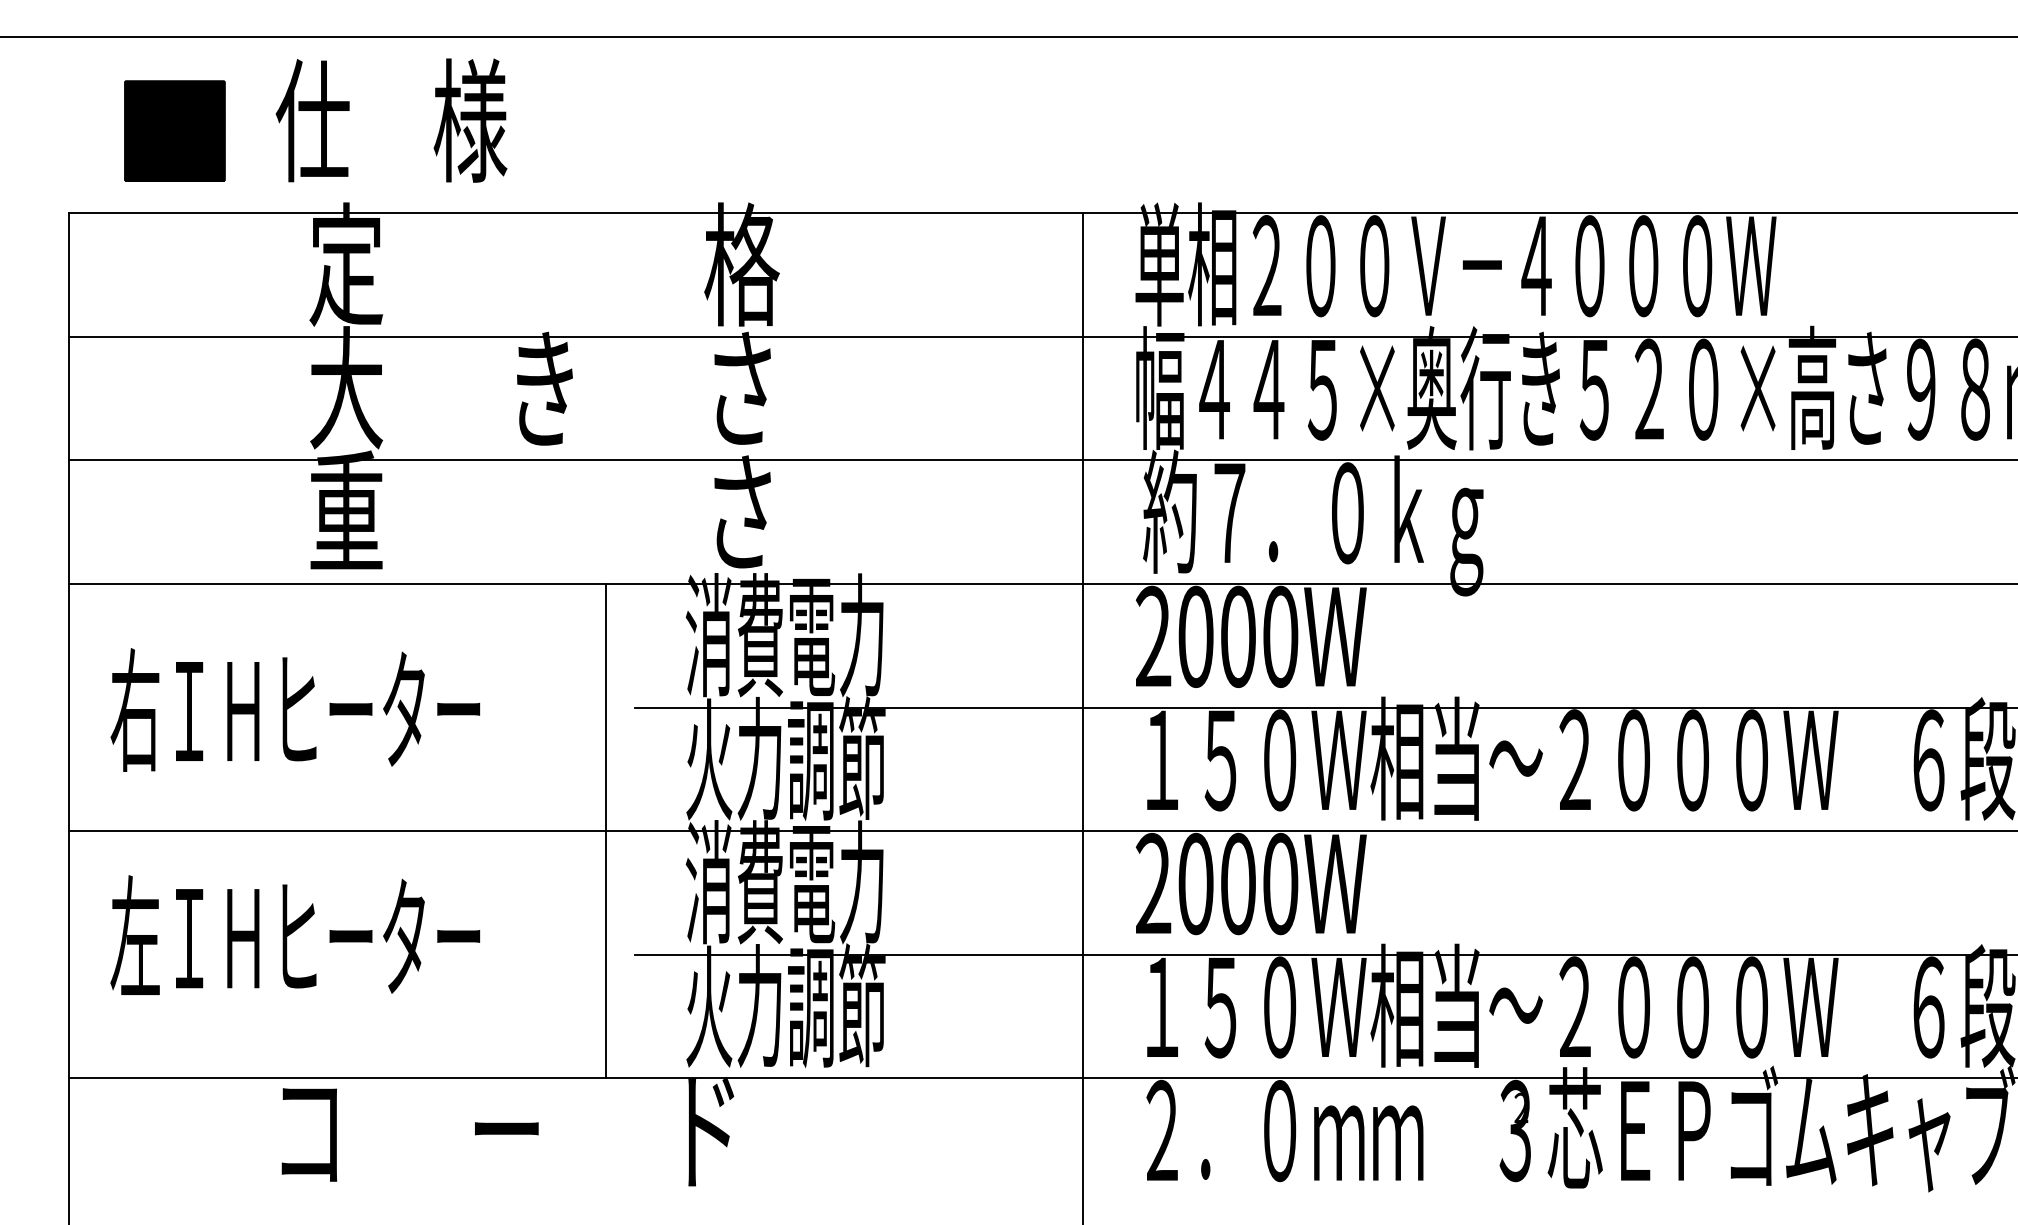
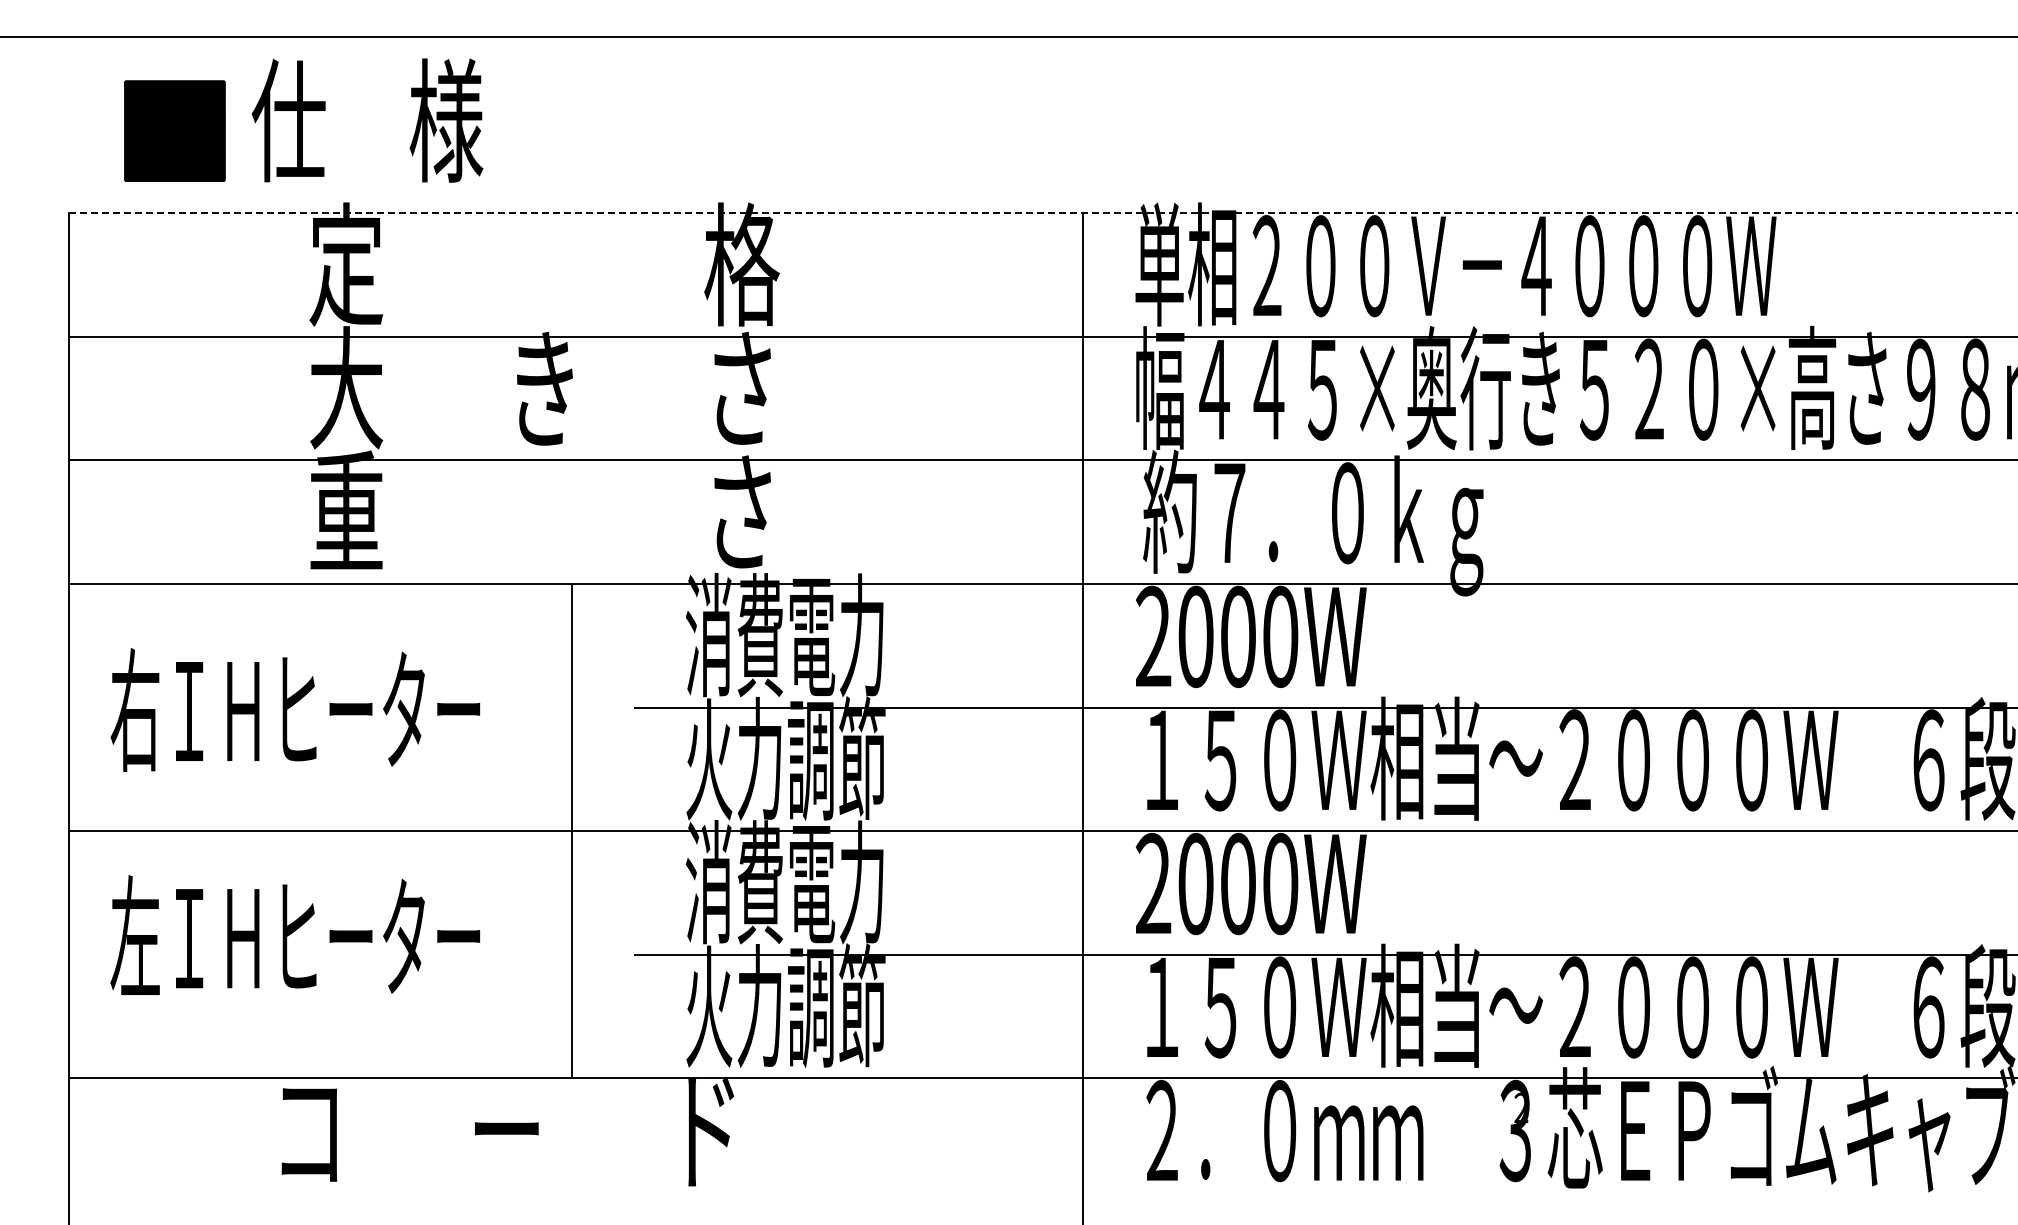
text at (391, 120) position: (391, 120) -> (367, 120)
line at (1043, 213): solid -> dashed
line at (605, 830) position: (605, 830) -> (571, 830)
